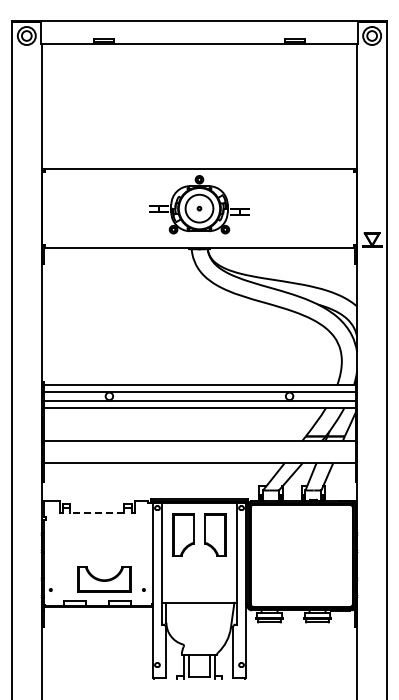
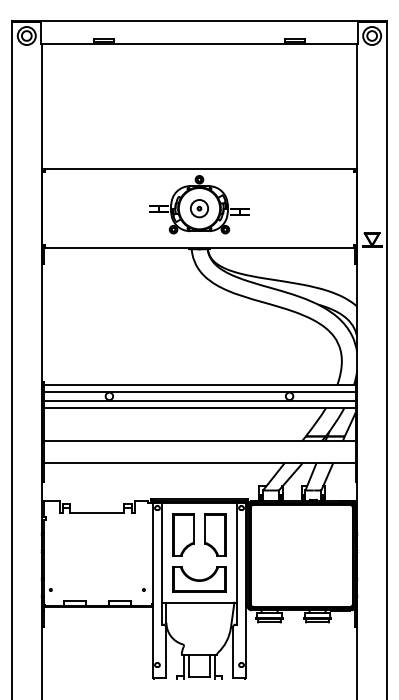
circle at (199, 208) diameter: 28 px -> 17 px
line at (96, 513): dashed -> solid
part at (104, 579) position: (104, 579) -> (199, 579)
